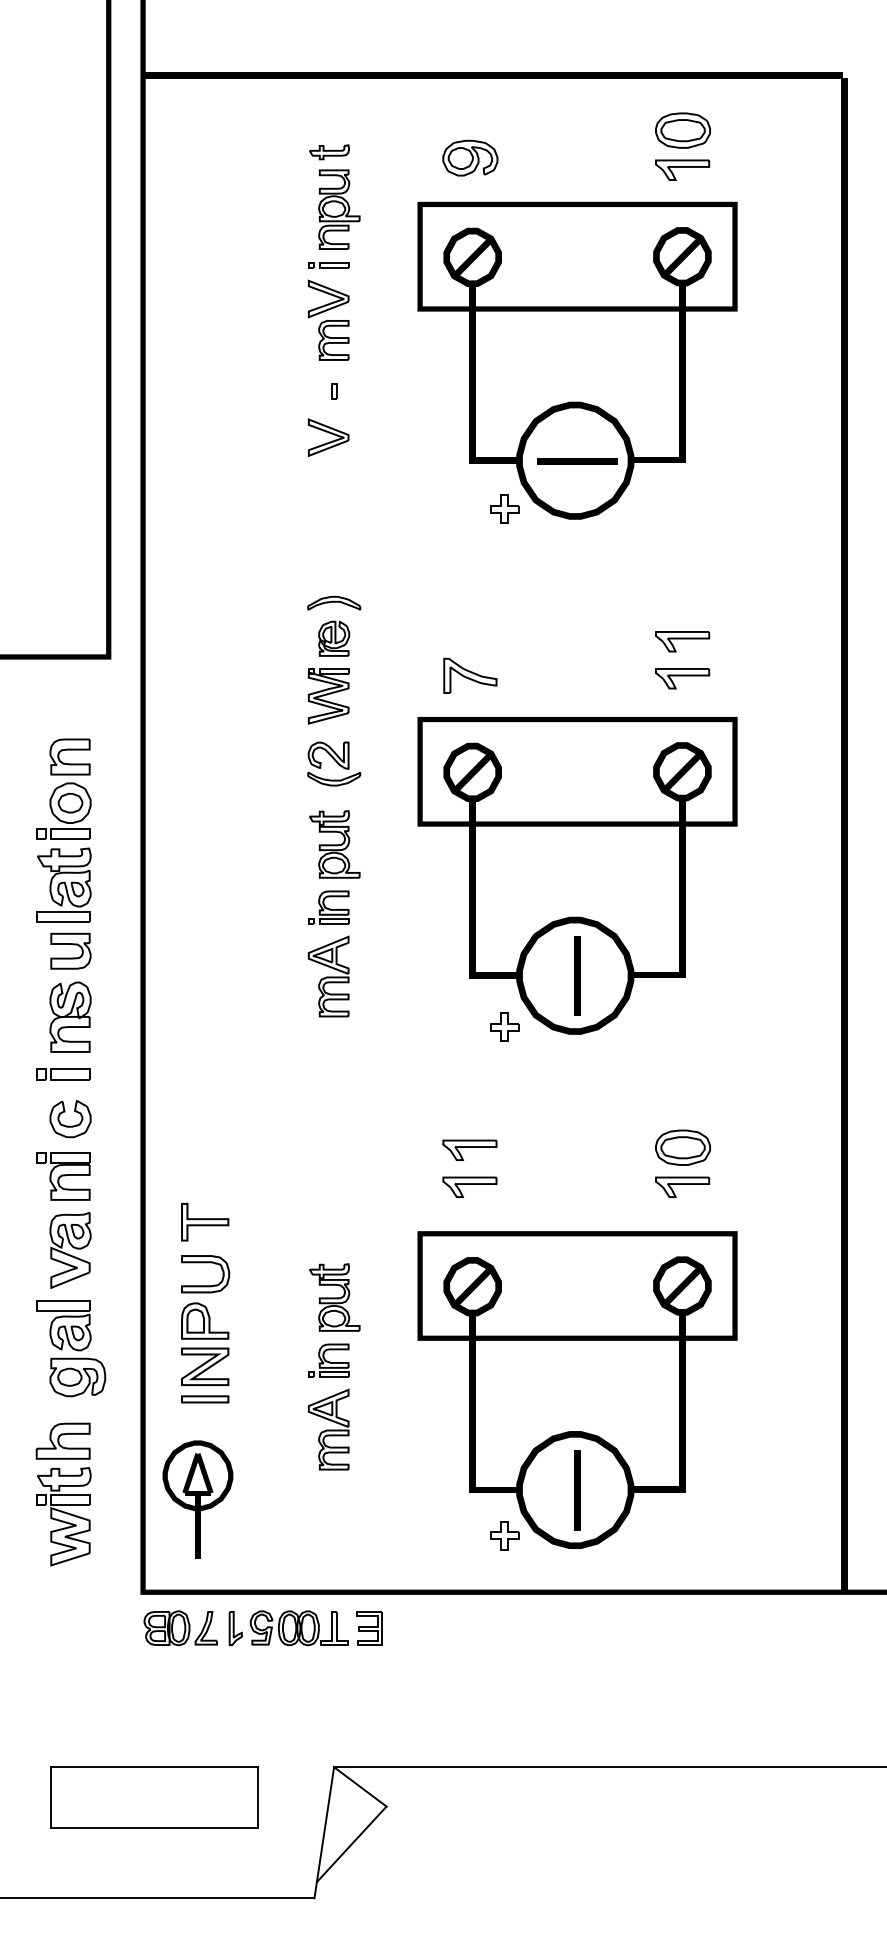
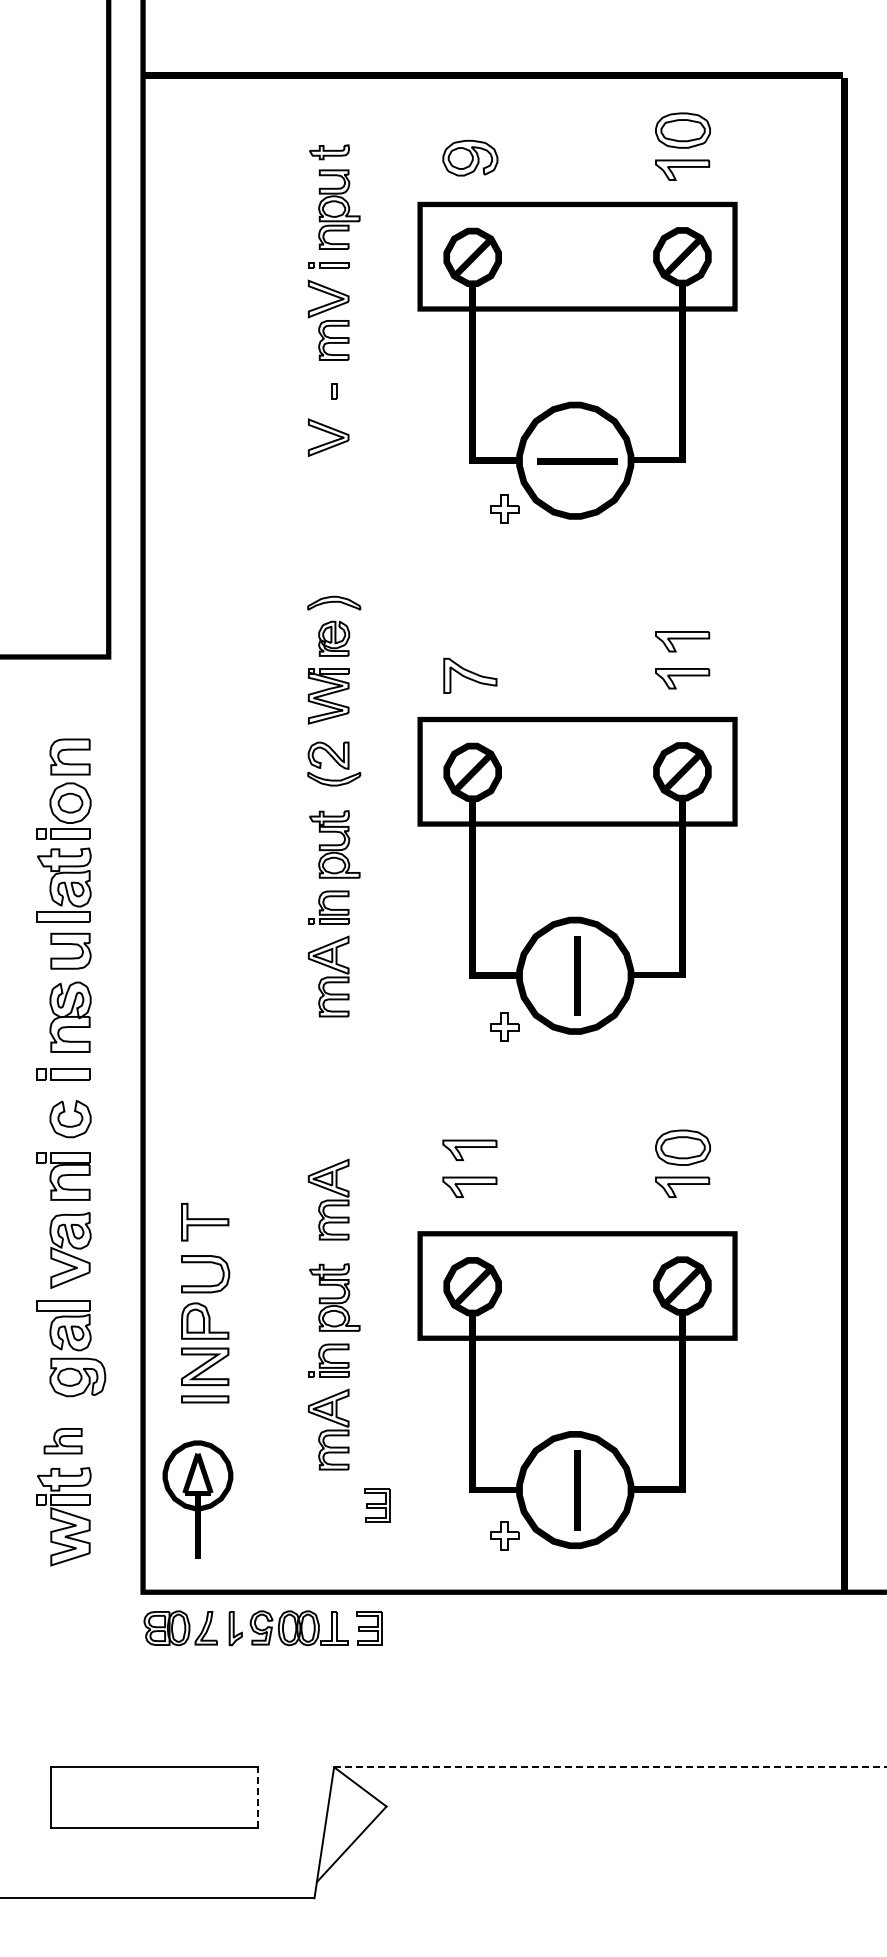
part at (328, 1199): none -> present
part at (62, 1440) size: 56x38 px -> 40x27 px
part at (377, 1505): none -> present
line at (610, 1767): solid -> dashed
line at (258, 1796): solid -> dashed
